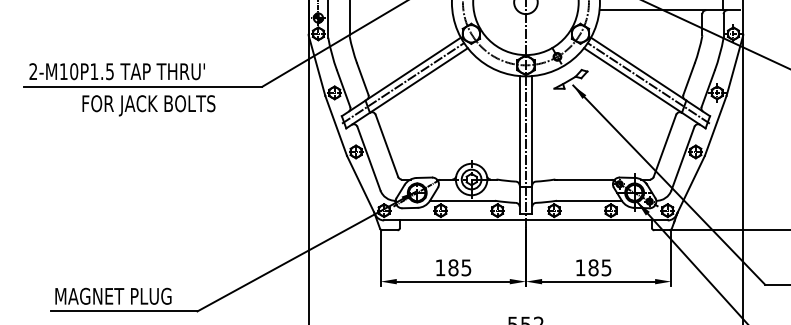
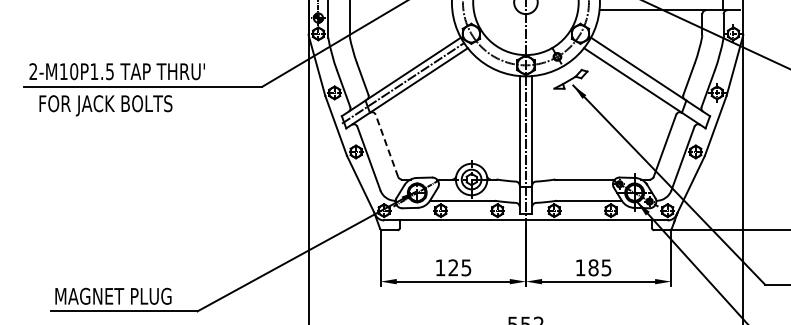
line at (648, 83): present -> none
text at (148, 105) position: (148, 105) -> (105, 105)
line at (386, 145): solid -> dashed
text at (453, 267): 185 -> 125
